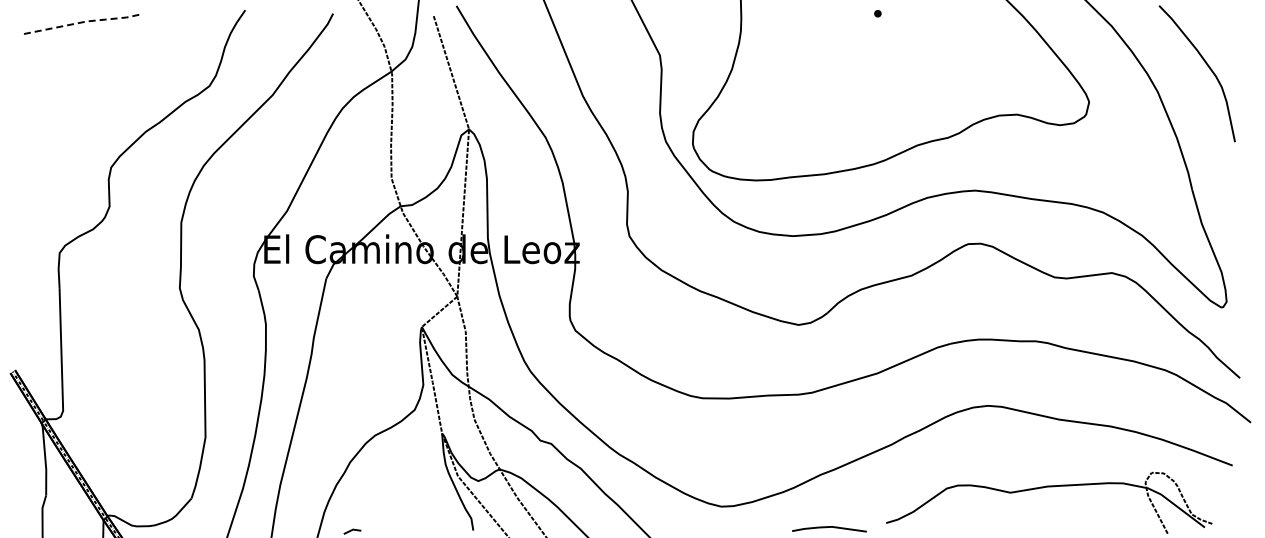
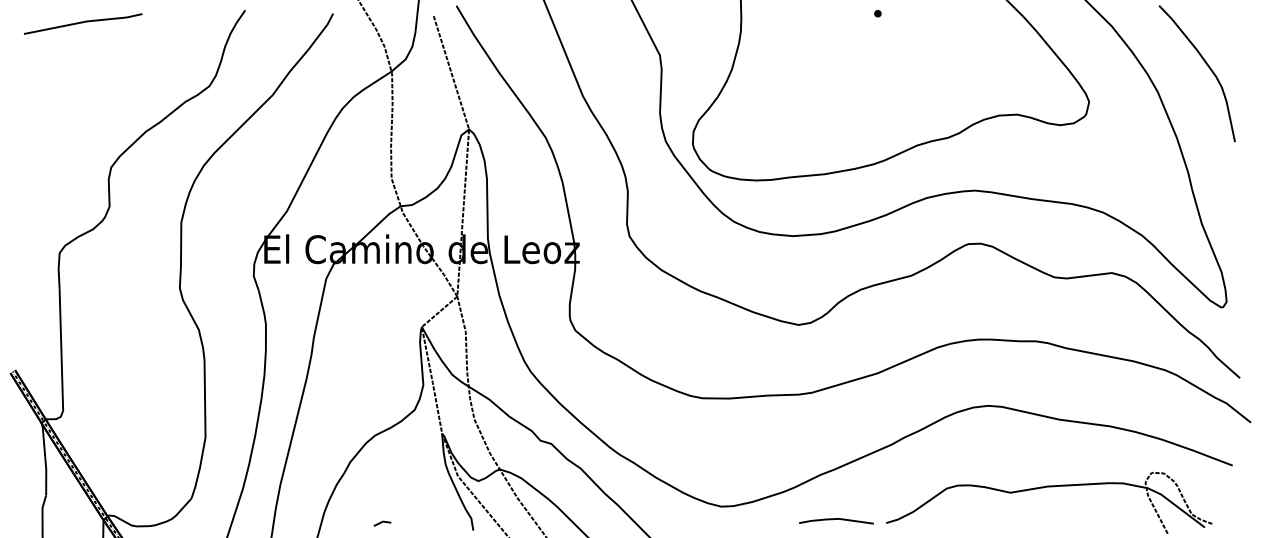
line at (83, 22): dashed -> solid
line at (829, 527) position: (829, 527) -> (836, 519)
line at (352, 530) position: (352, 530) -> (382, 522)
